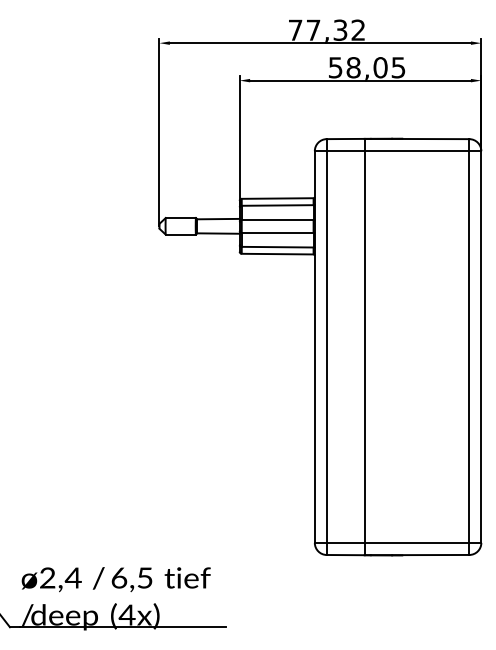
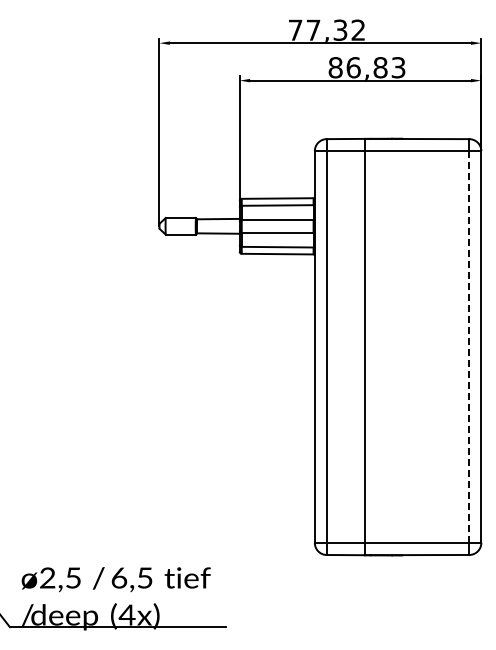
text at (366, 67): 58,05 -> 86,83
line at (469, 347): solid -> dashed
text at (72, 577): ø2,4 -> ø2,5
